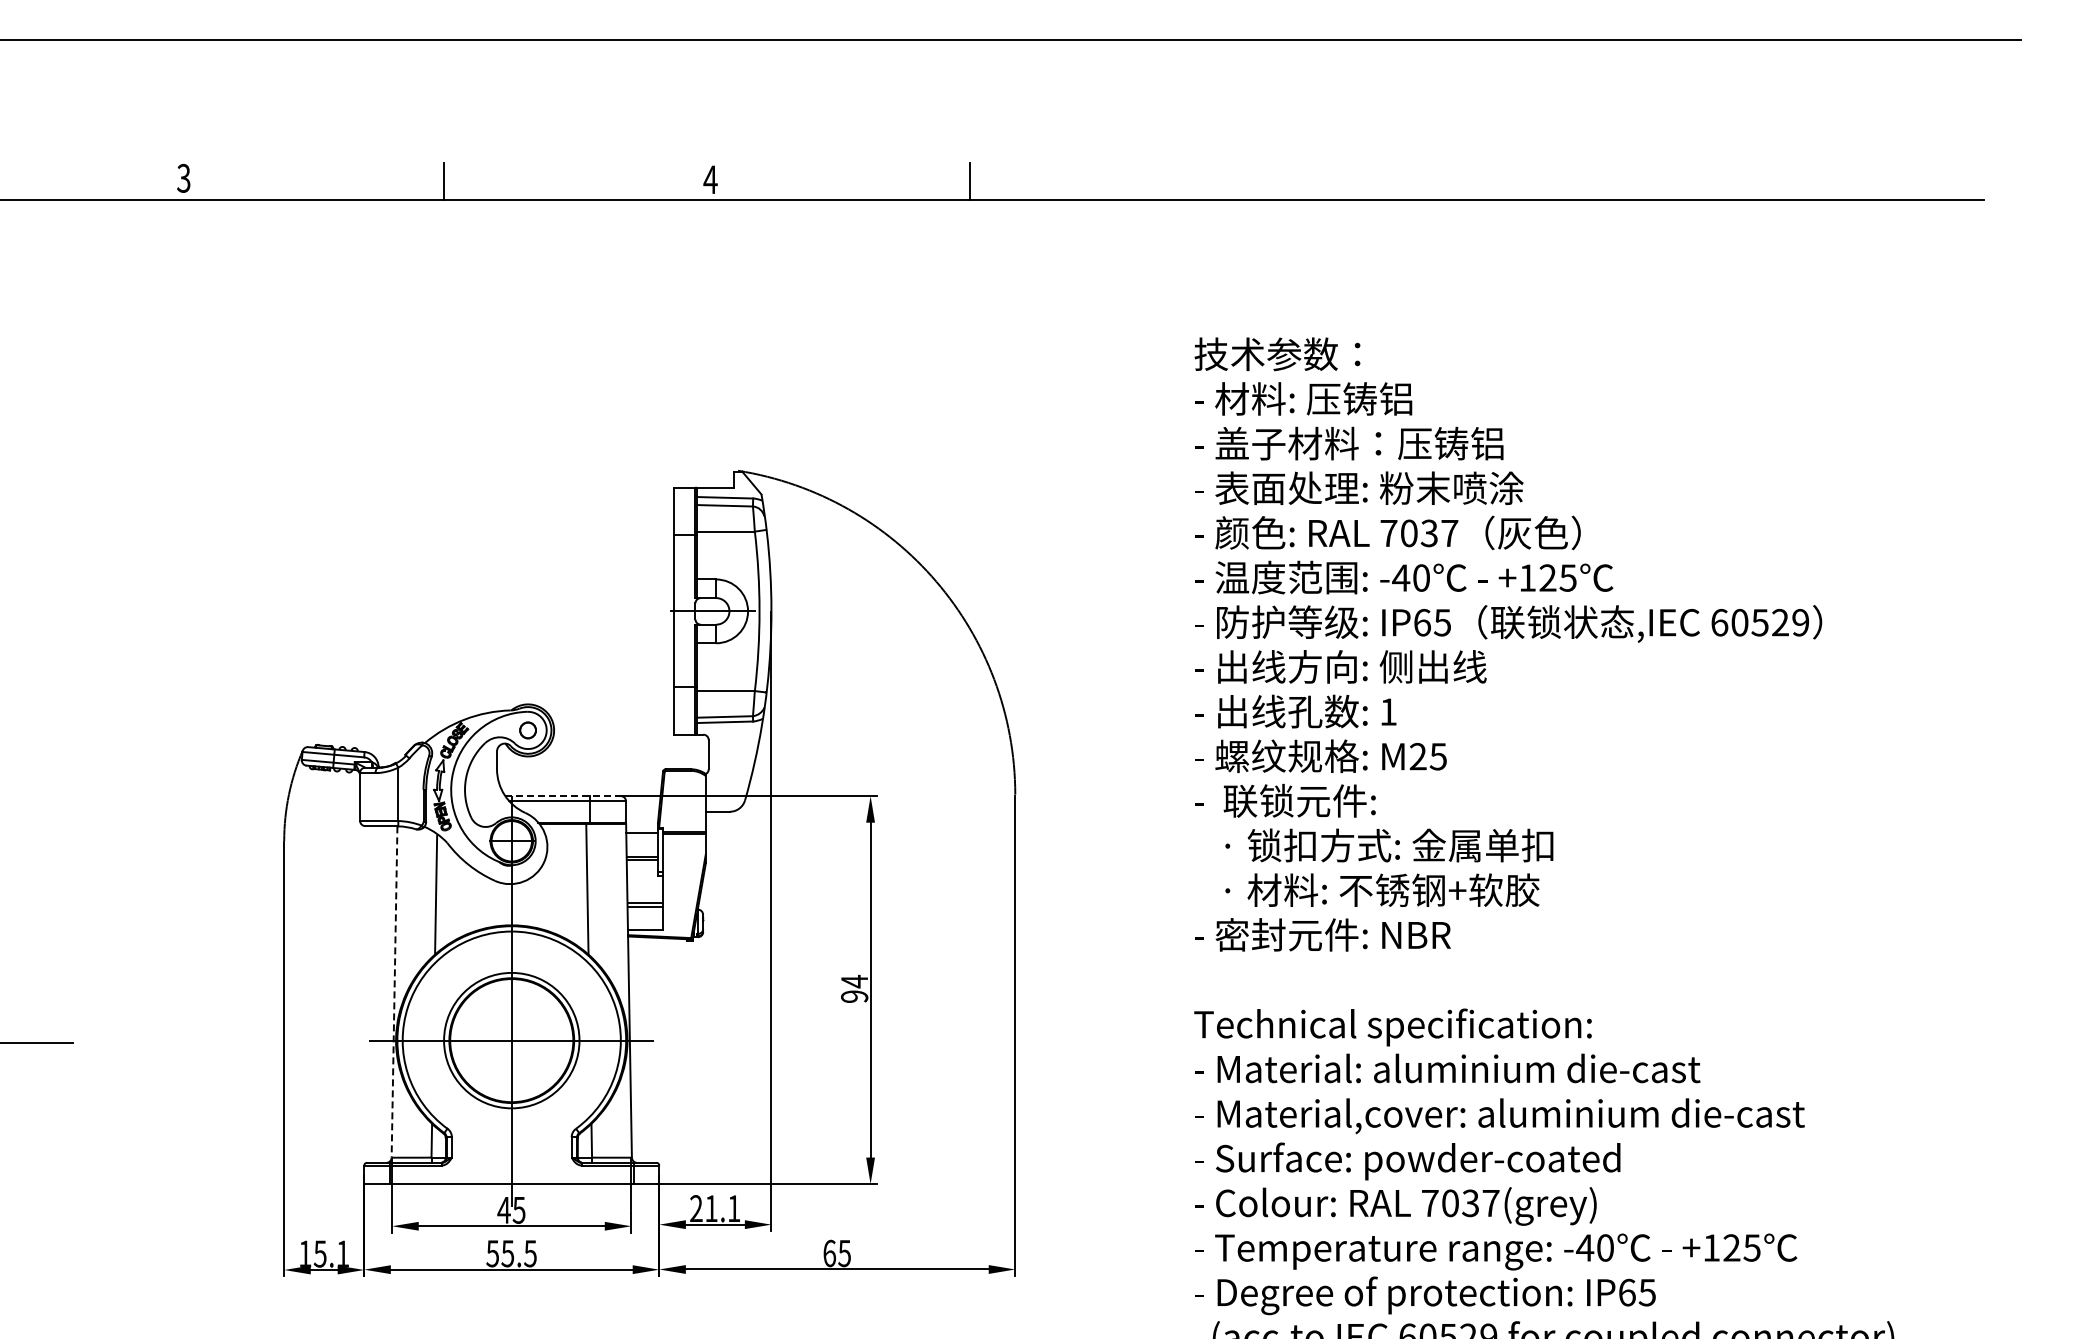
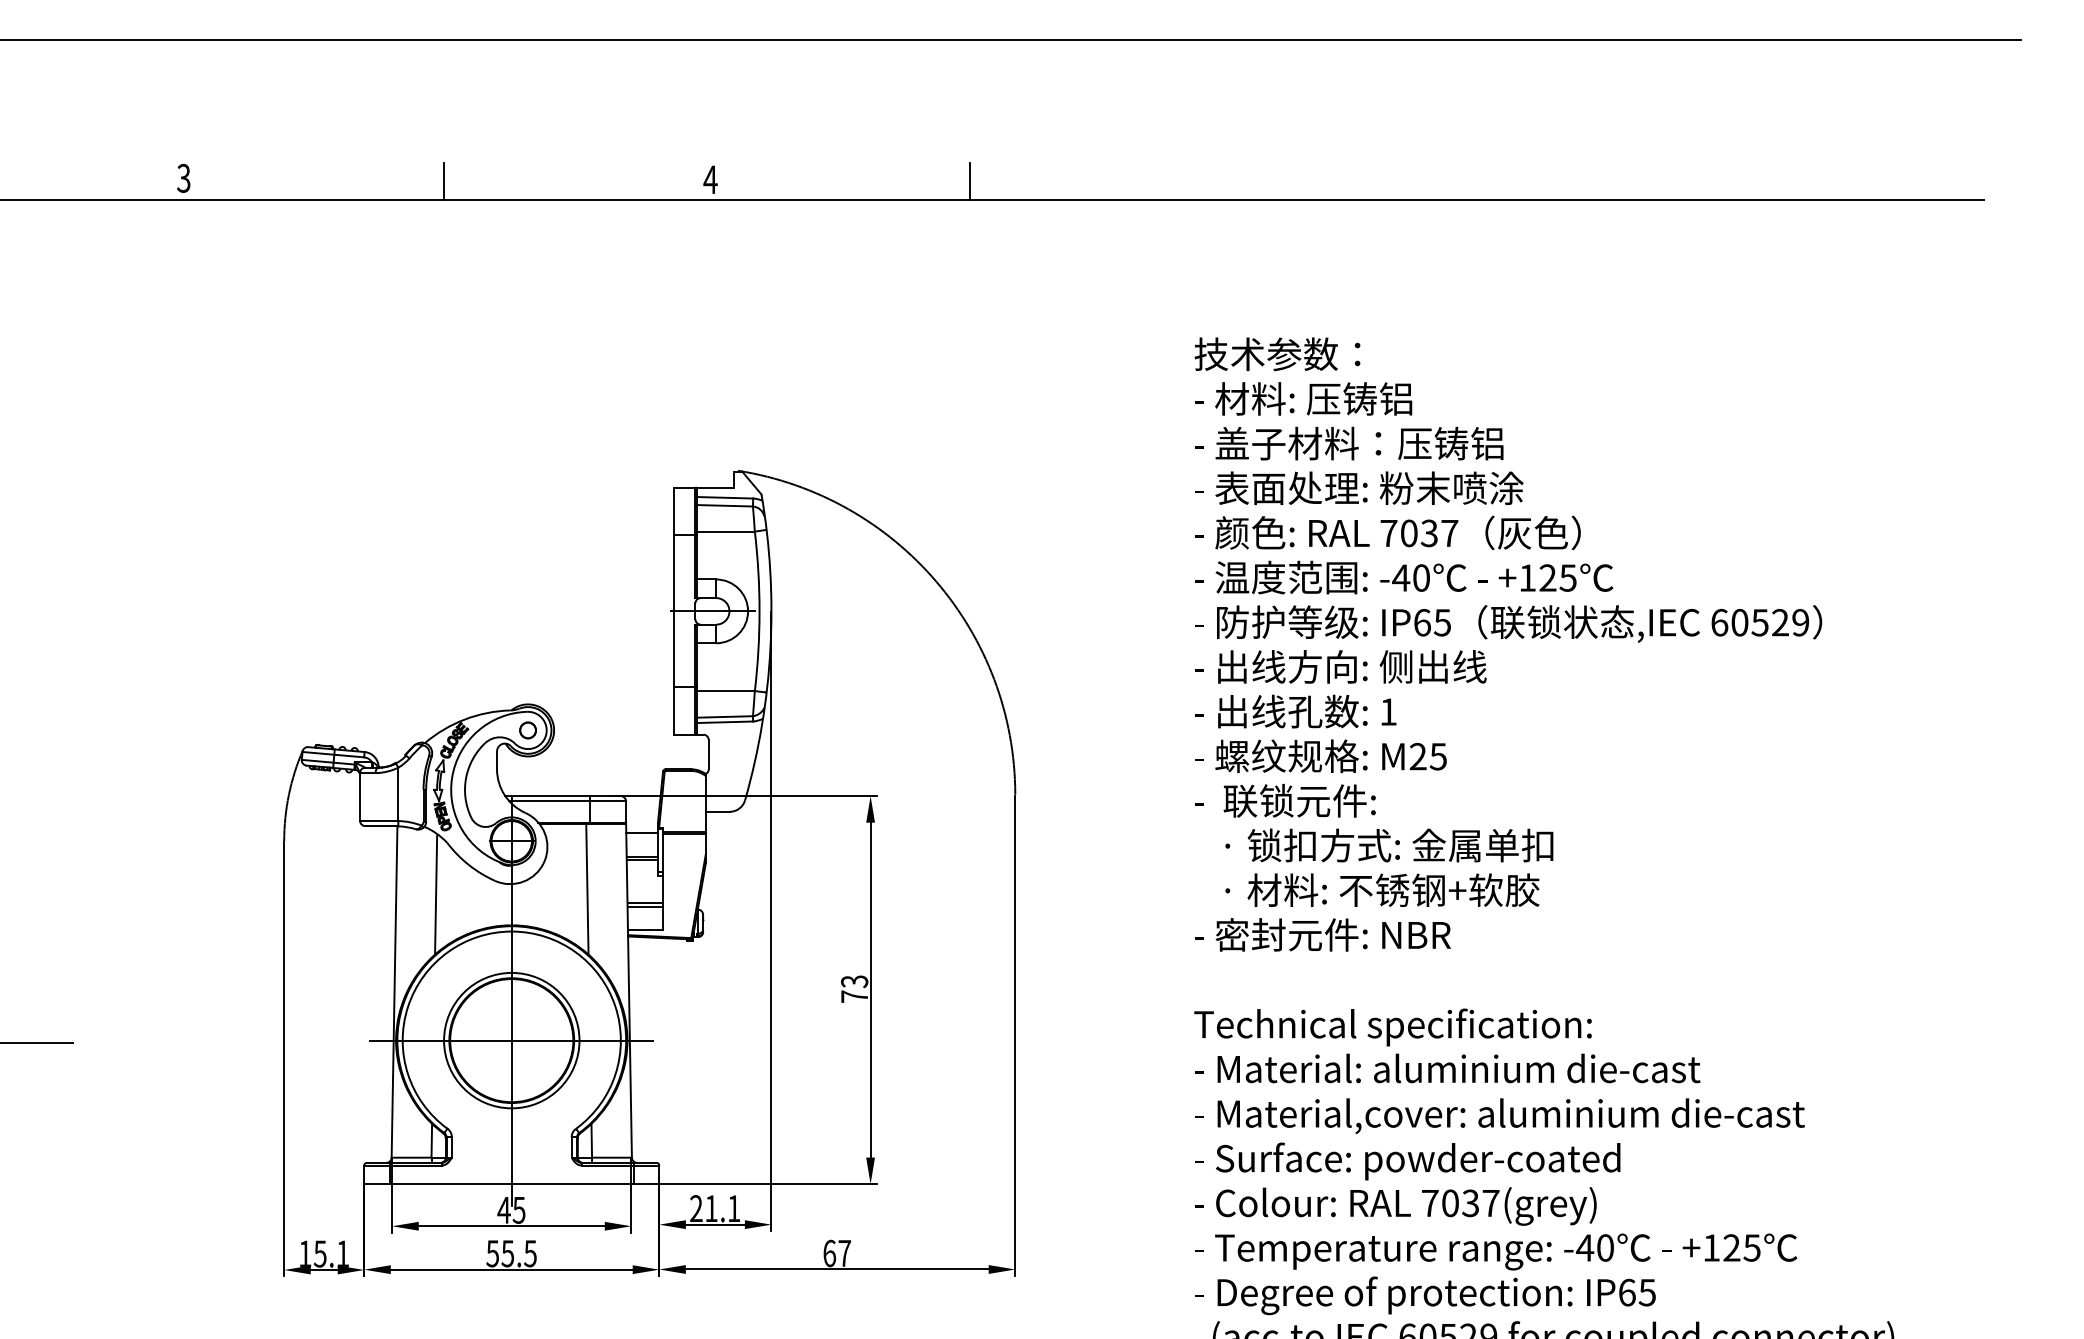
line at (563, 796): dashed -> solid
text at (854, 988): 94 -> 73
line at (394, 992): dashed -> solid
text at (844, 1253): 65 -> 67
